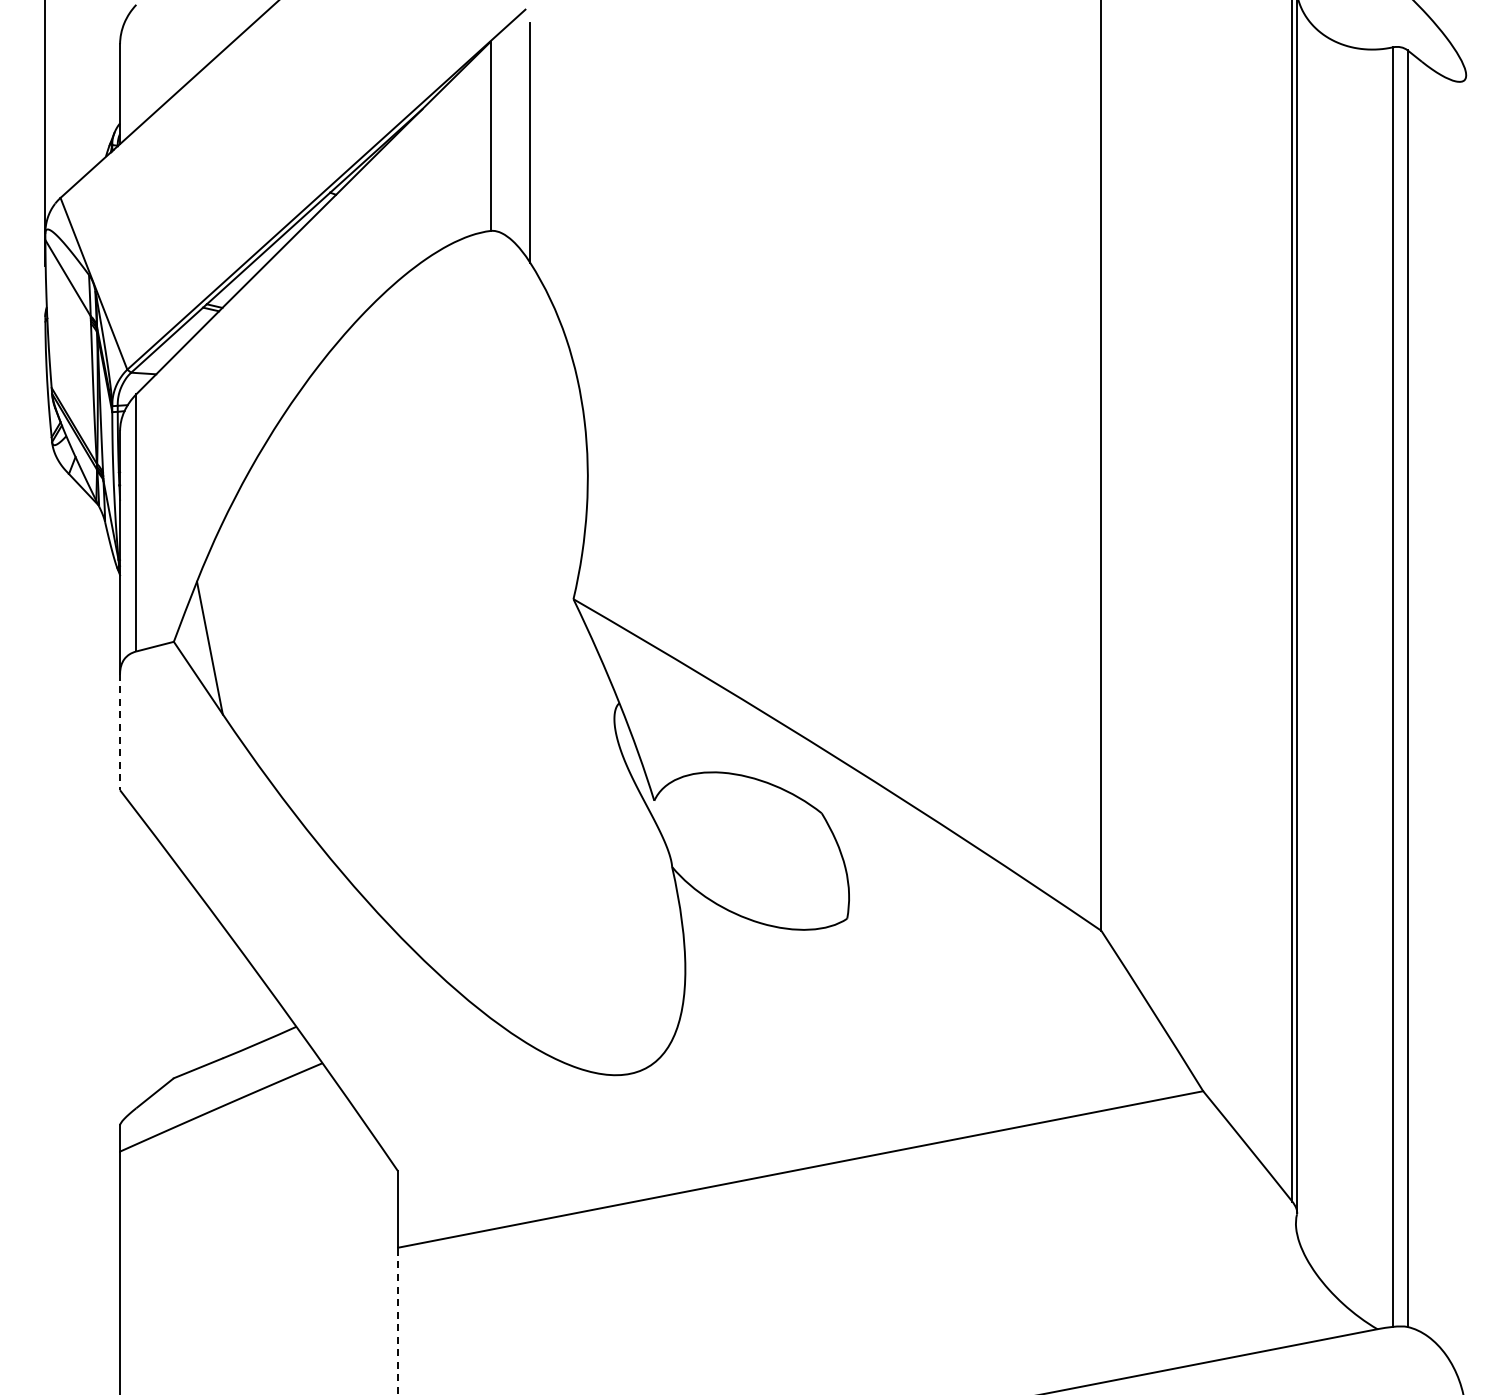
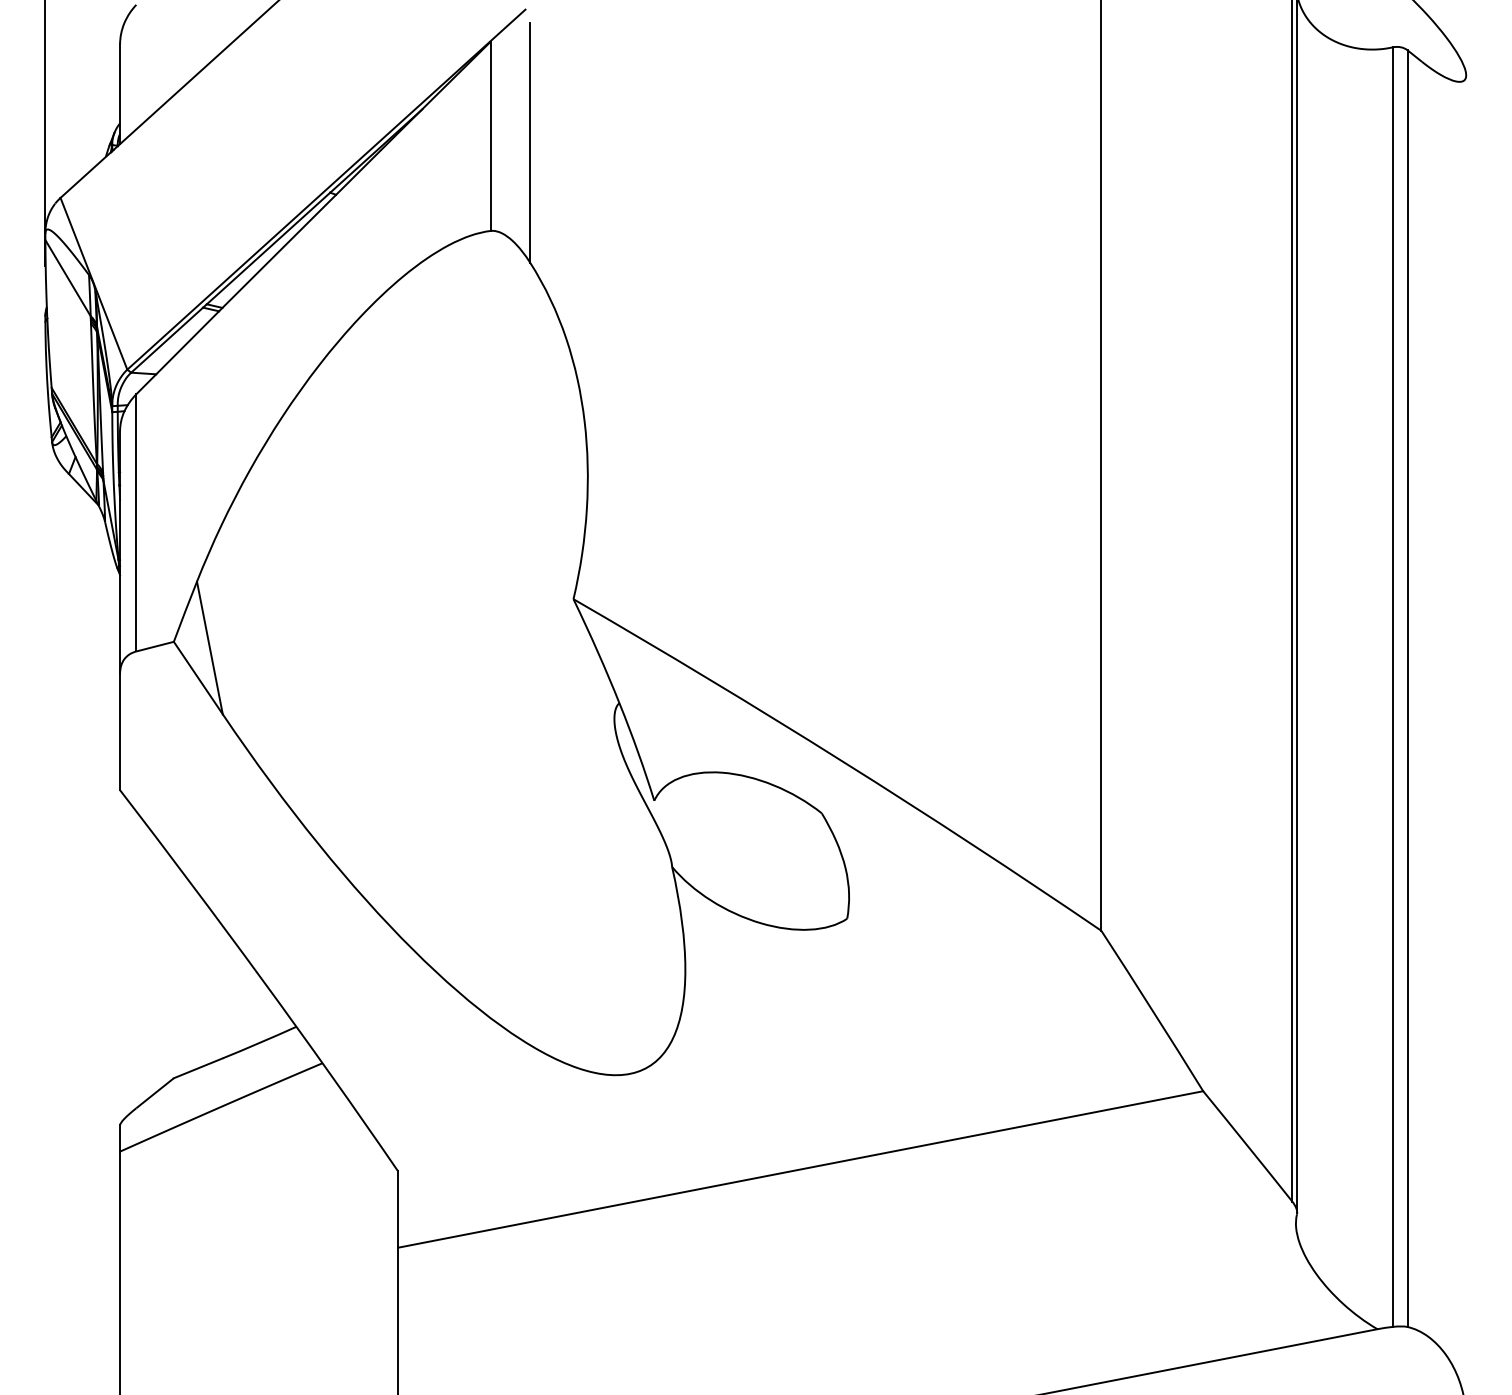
line at (120, 732): dashed -> solid
line at (398, 1320): dashed -> solid
